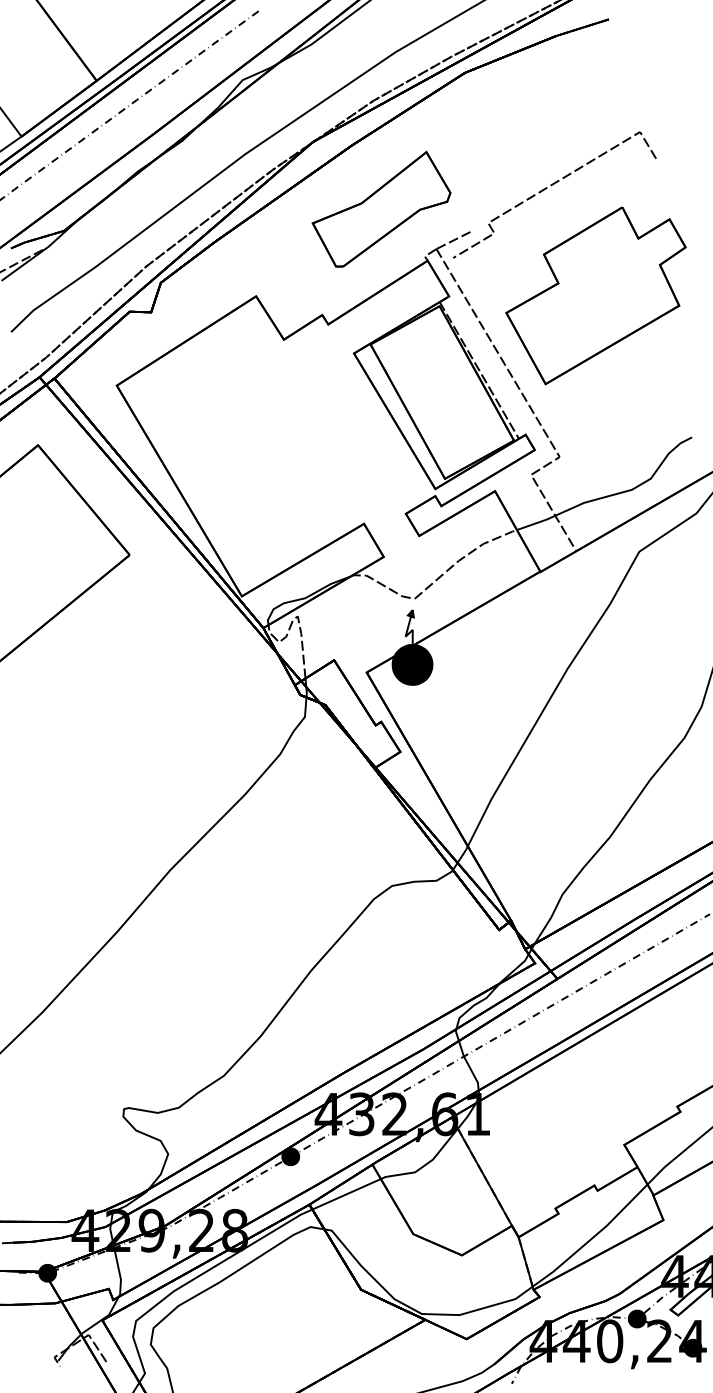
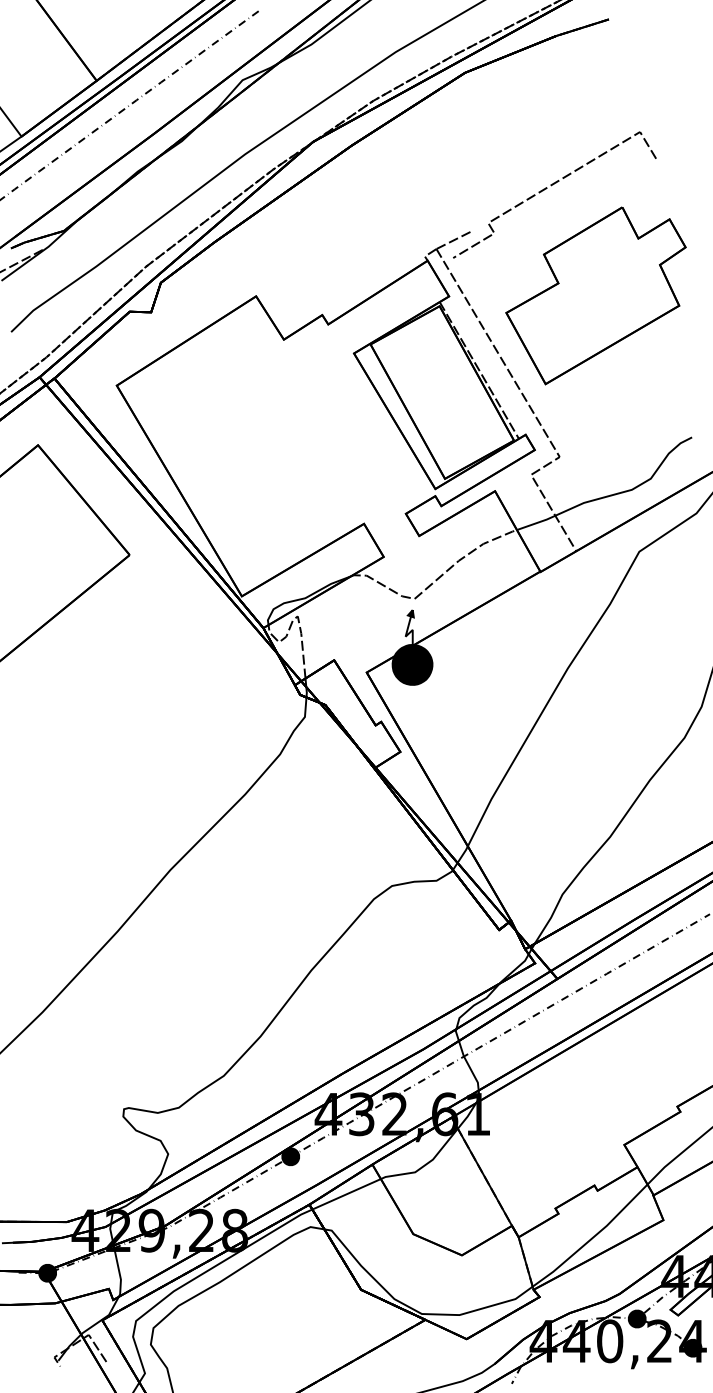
part at (381, 208): present -> none
